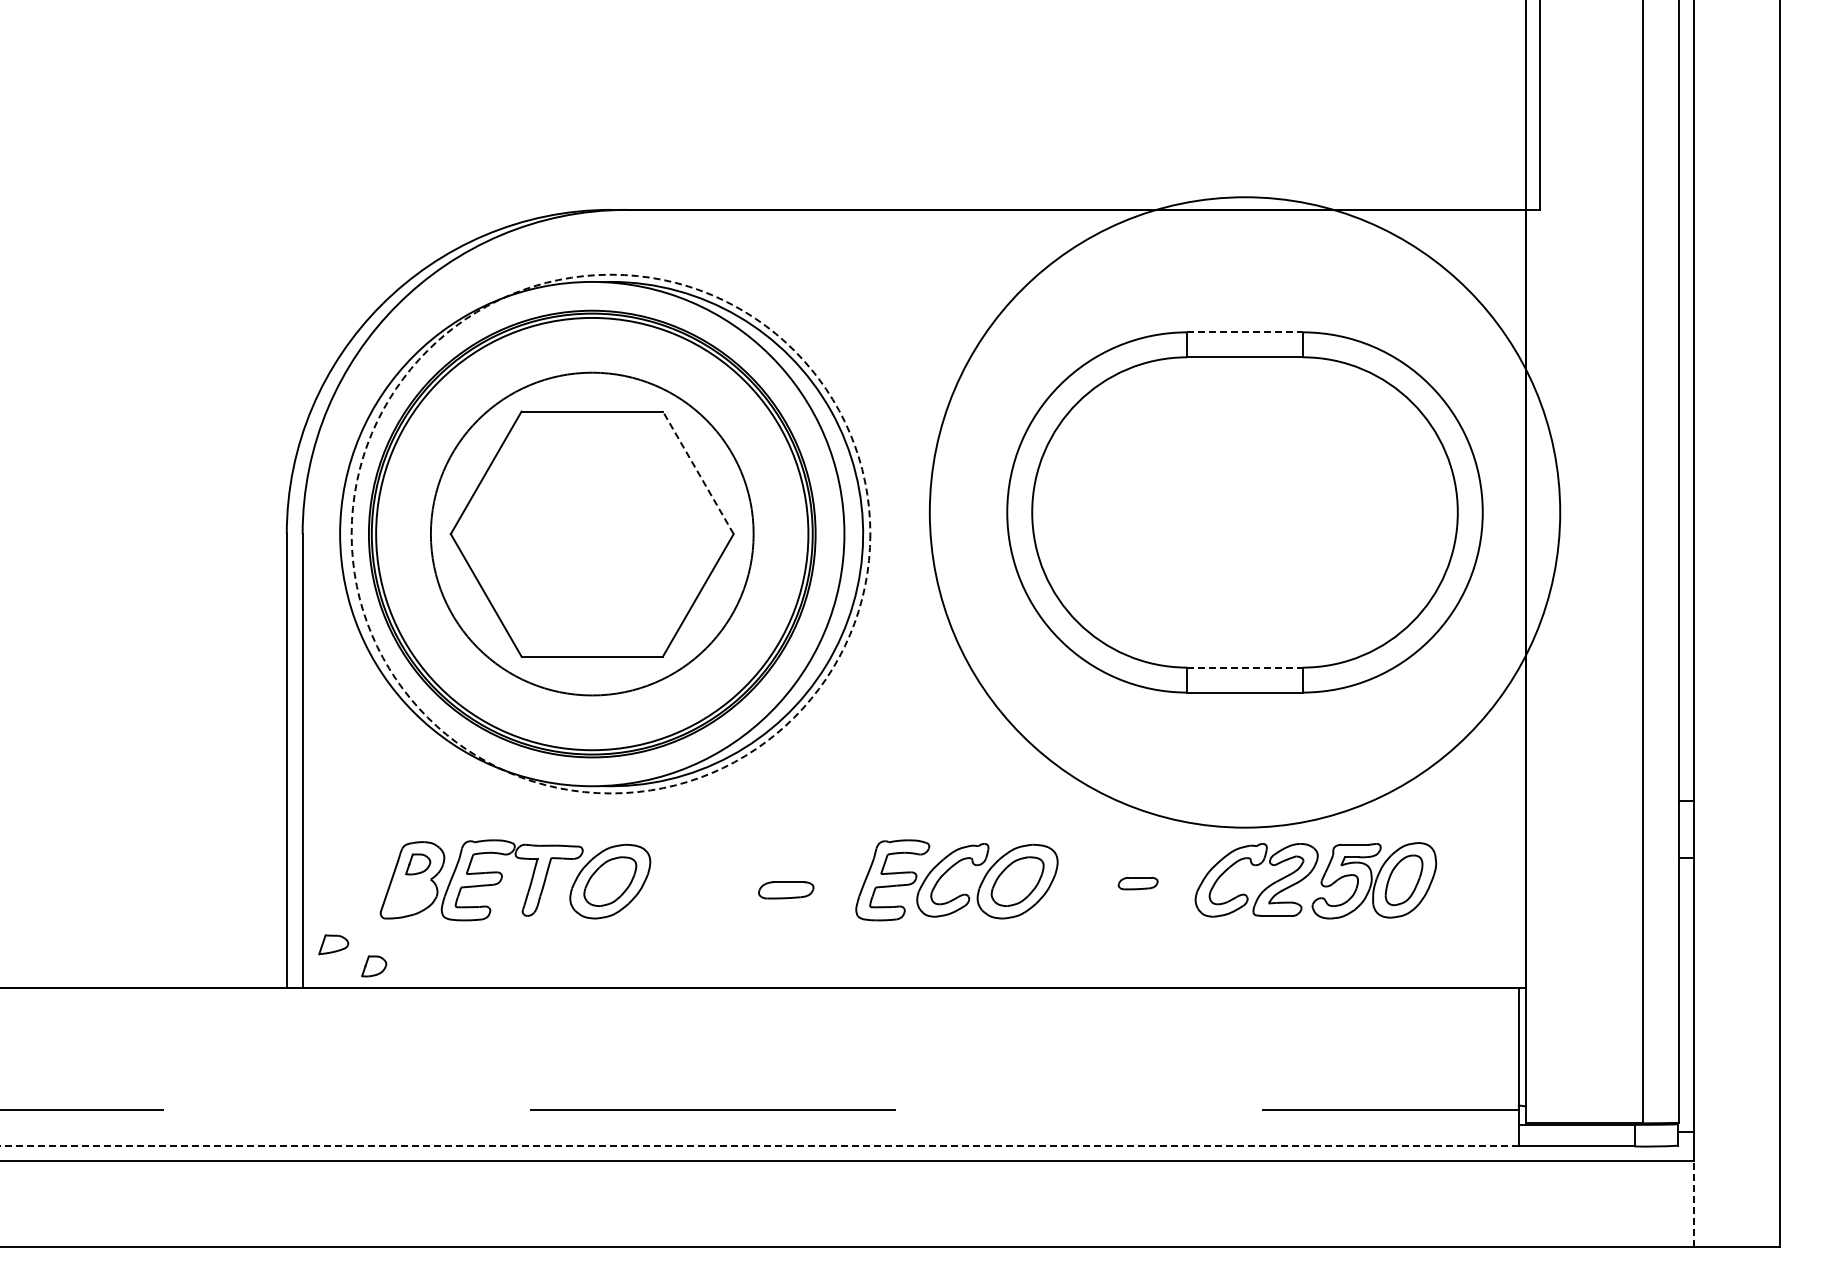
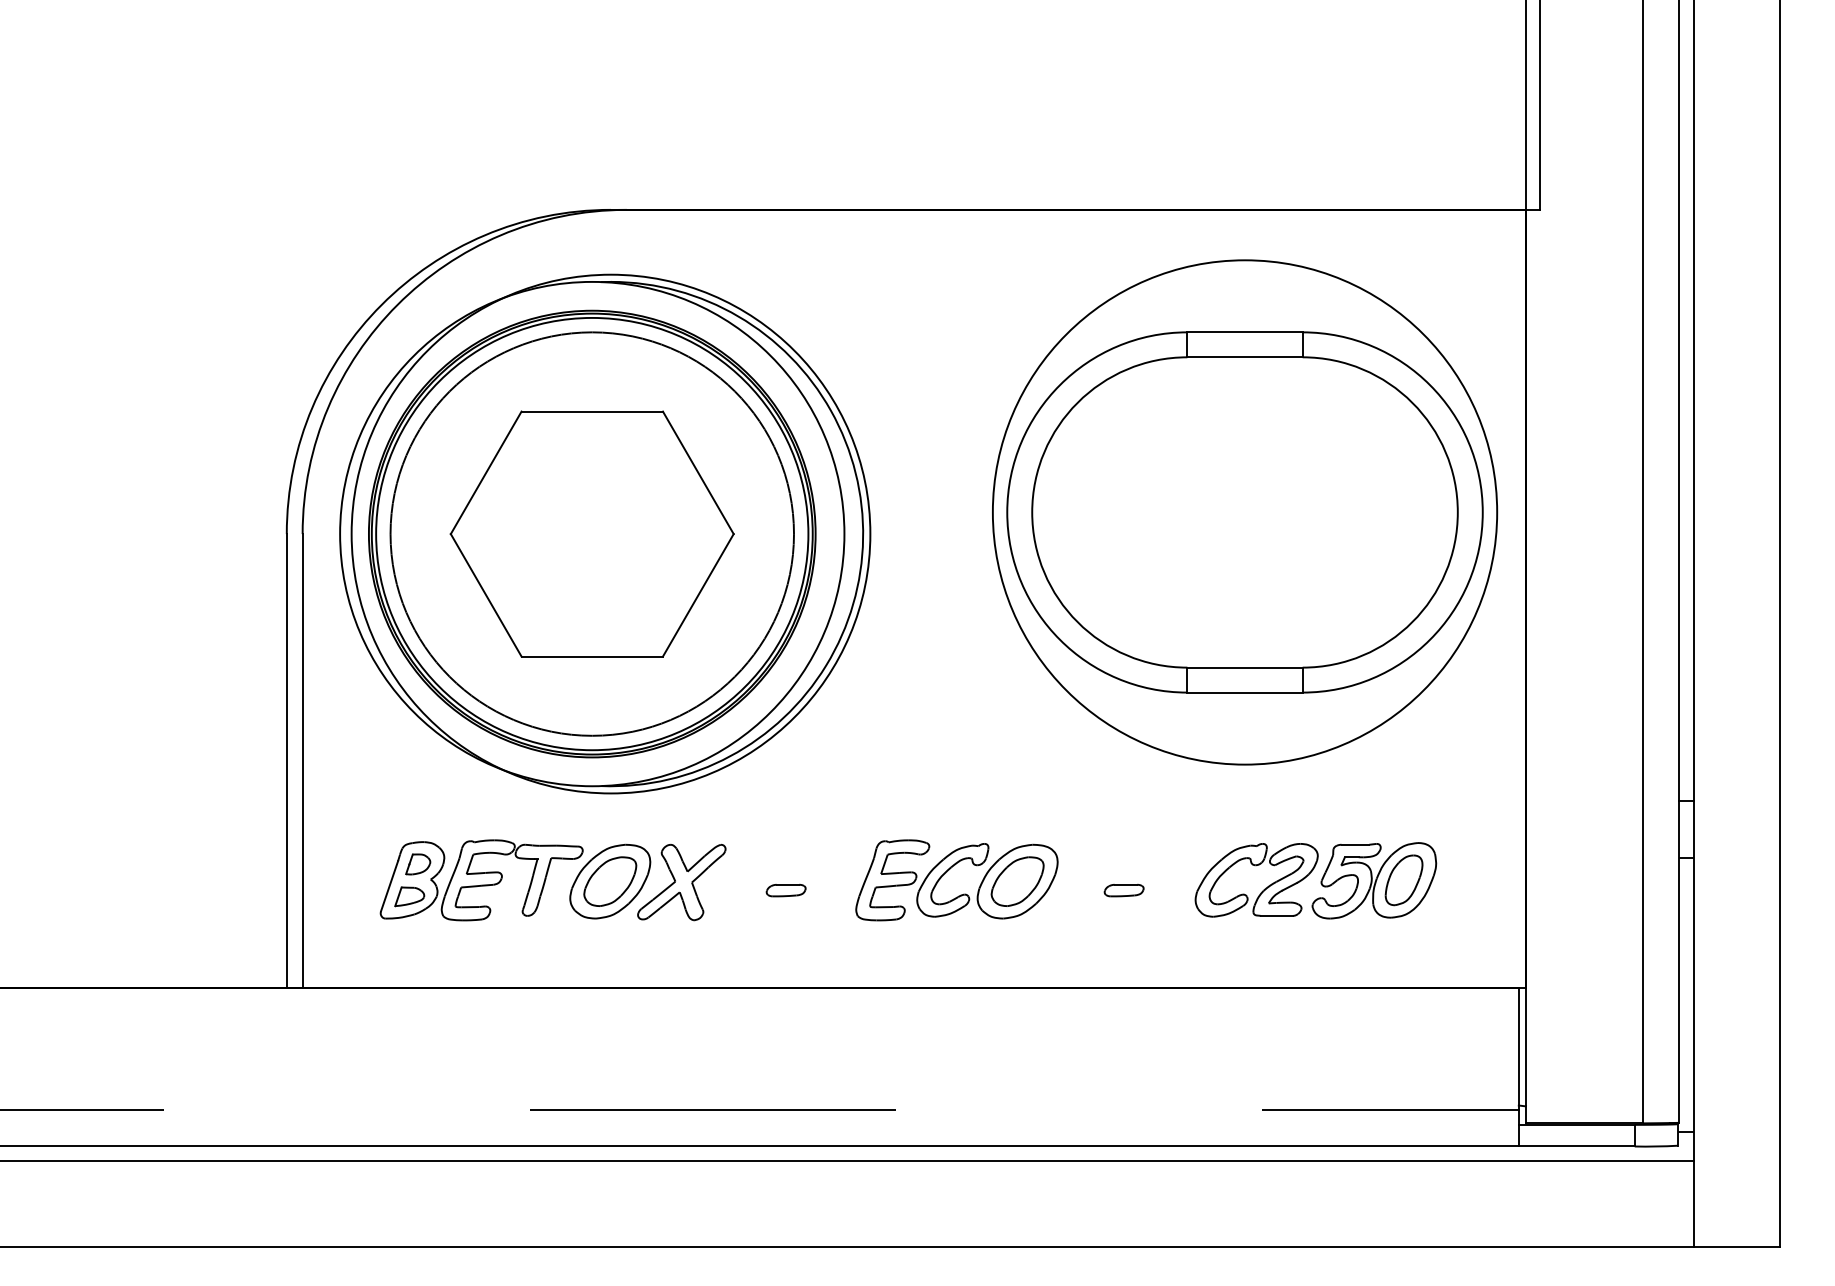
line at (1245, 332): dashed -> solid
line at (698, 472): dashed -> solid
circle at (1244, 512) diameter: 630 px -> 504 px
circle at (591, 533) diameter: 323 px -> 403 px
circle at (610, 533): dashed -> solid
line at (1245, 667): dashed -> solid
part at (681, 882): none -> present
part at (1137, 883) position: (1137, 883) -> (1123, 890)
part at (786, 890) size: 57x19 px -> 42x14 px
part at (333, 944) position: (333, 944) -> (409, 896)
part at (374, 966): present -> none
line at (758, 1145): dashed -> solid
line at (1693, 1203): dashed -> solid
